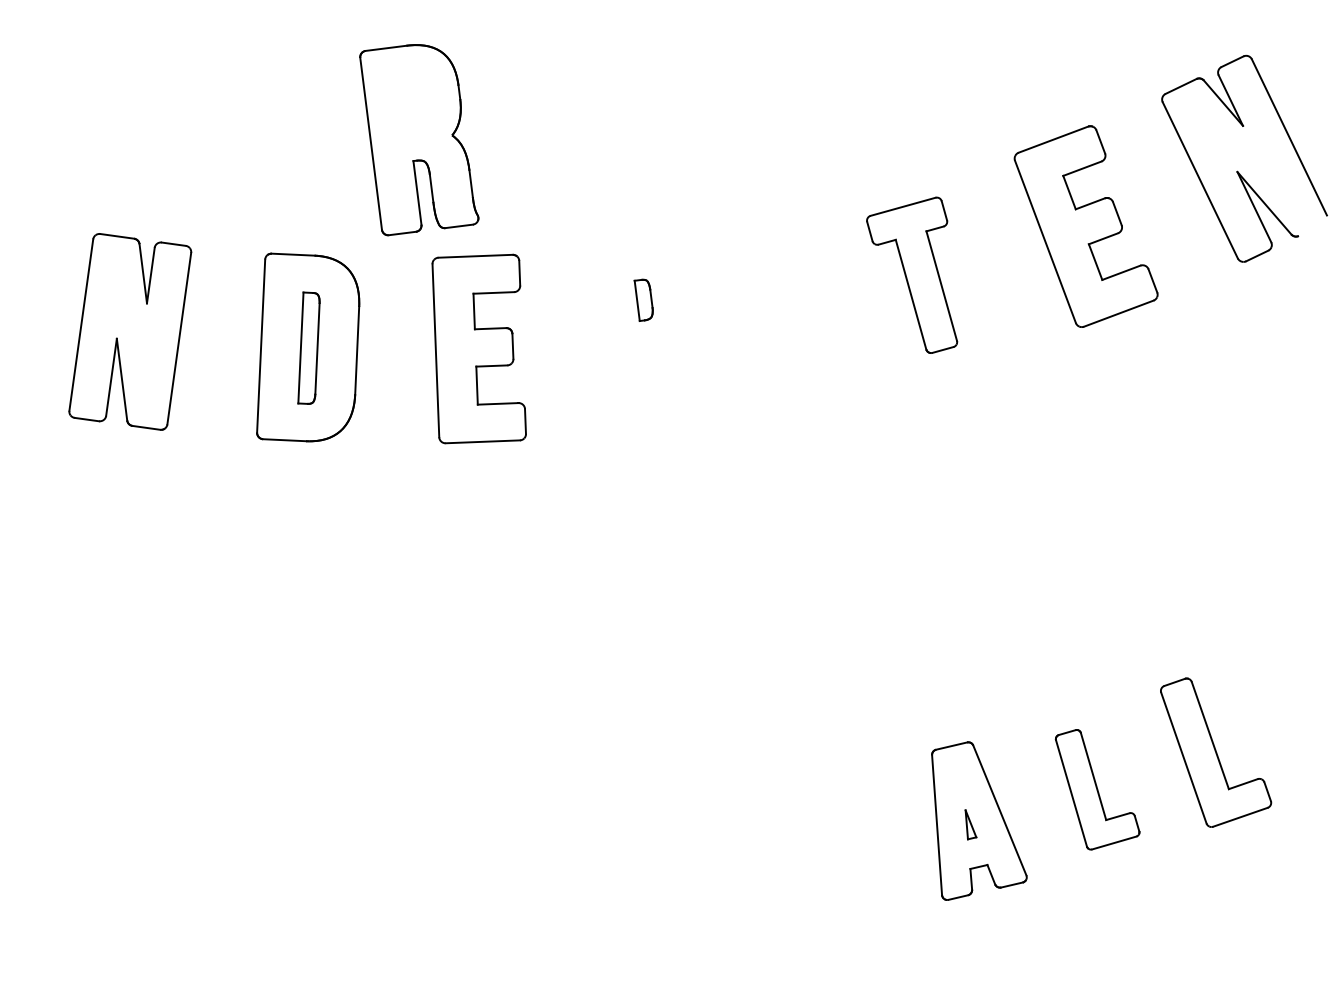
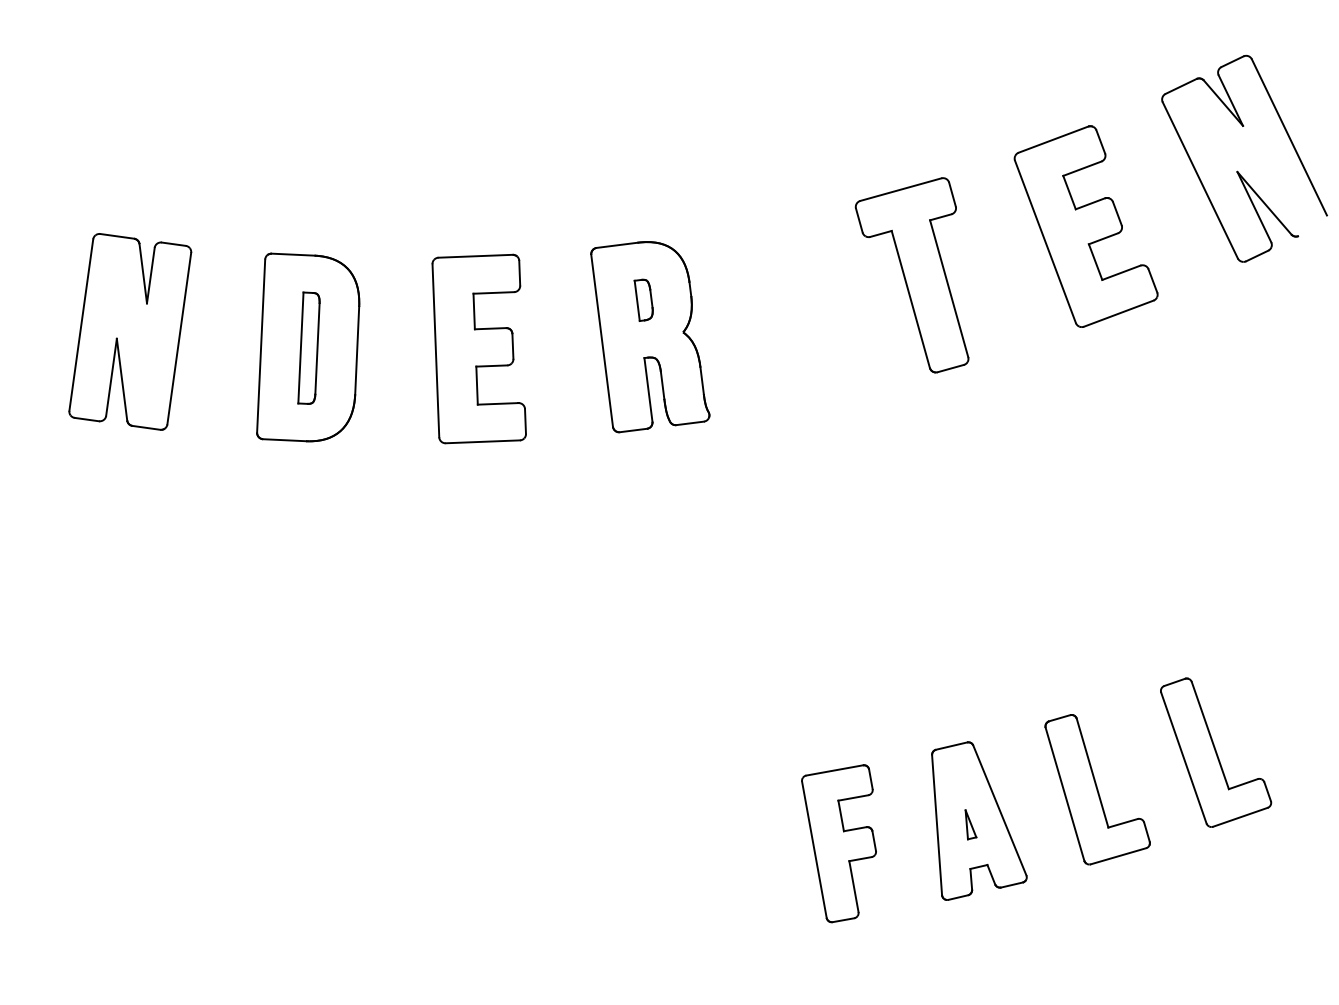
part at (419, 140) position: (419, 140) -> (650, 337)
part at (912, 274) size: 93x158 px -> 116x197 px
part at (1097, 789) size: 87x122 px -> 107x152 px
part at (838, 843): none -> present
